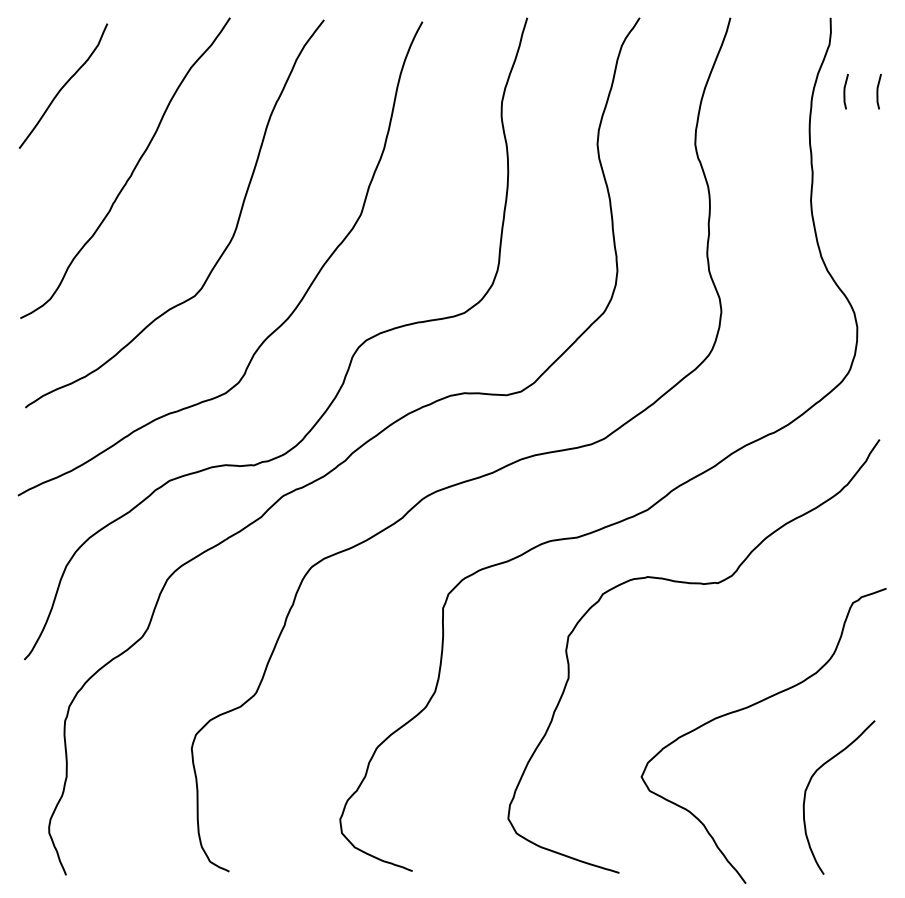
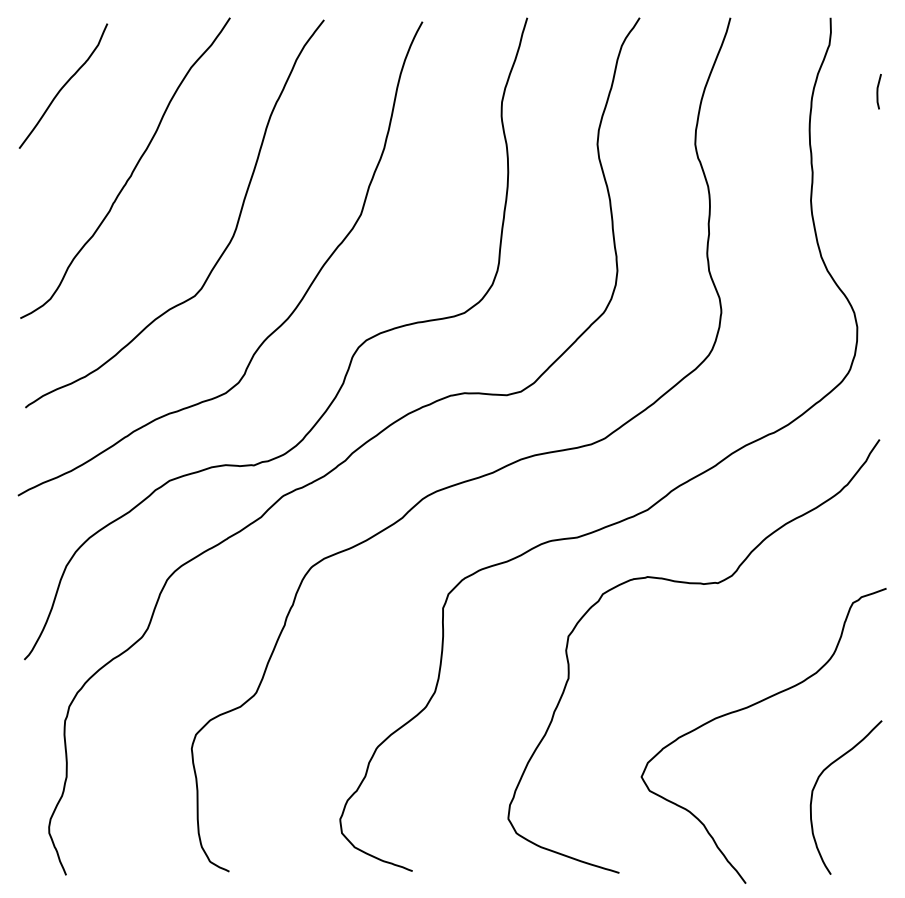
line at (845, 91): present -> none
curve at (808, 787) position: (808, 787) -> (815, 787)
